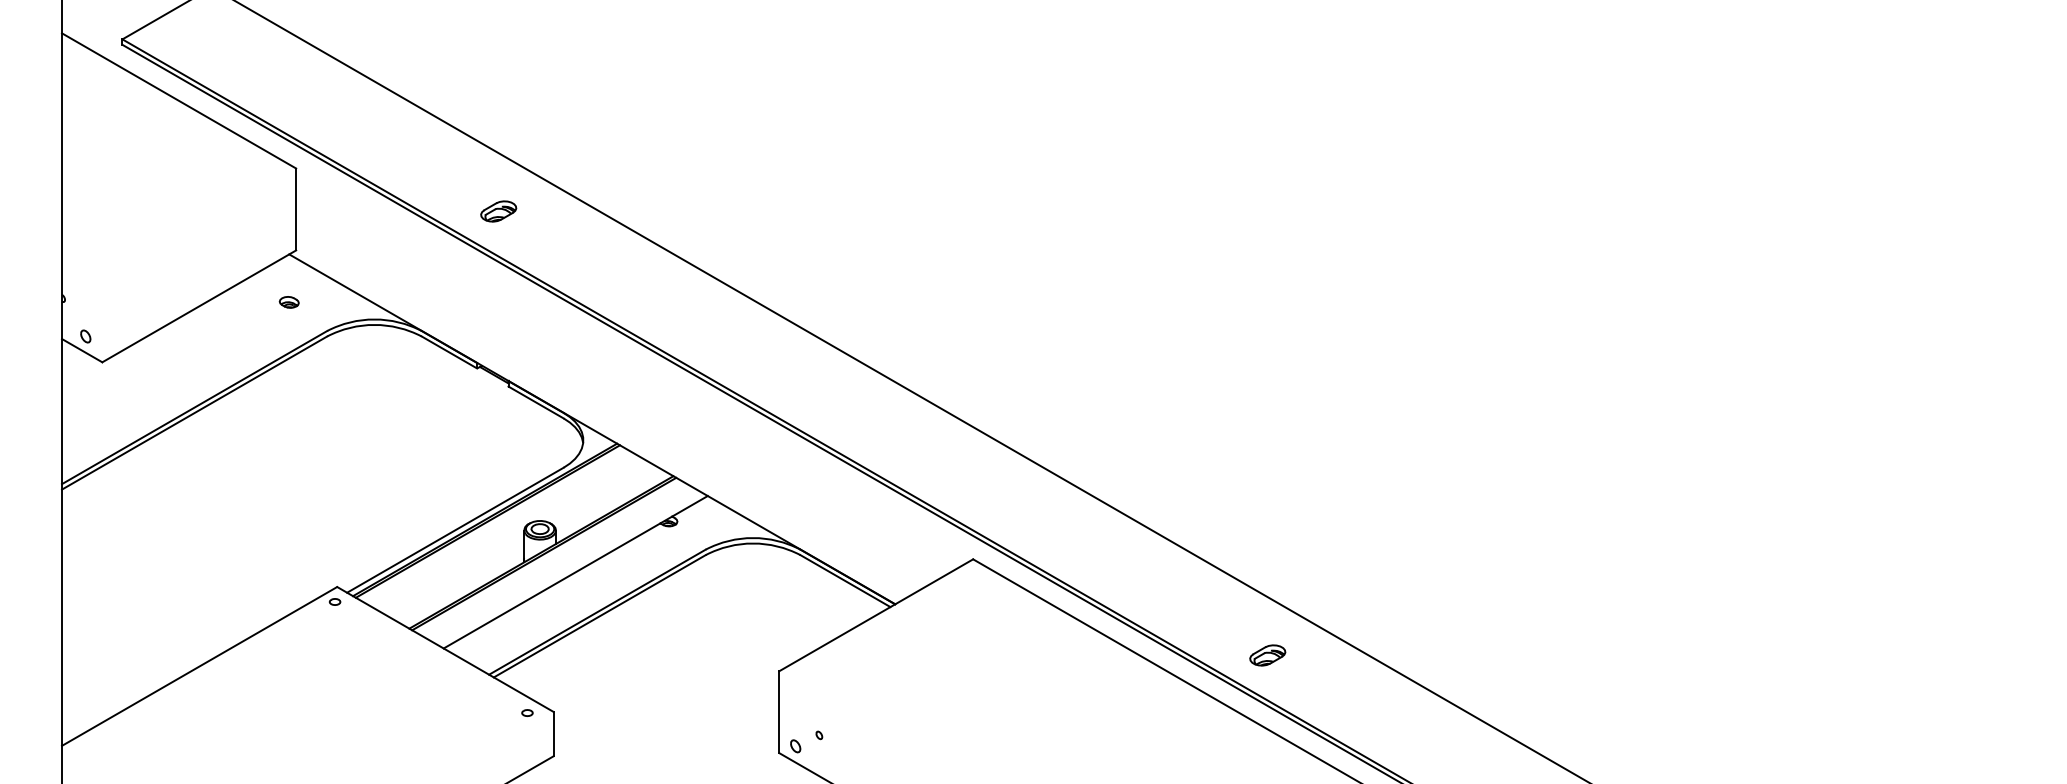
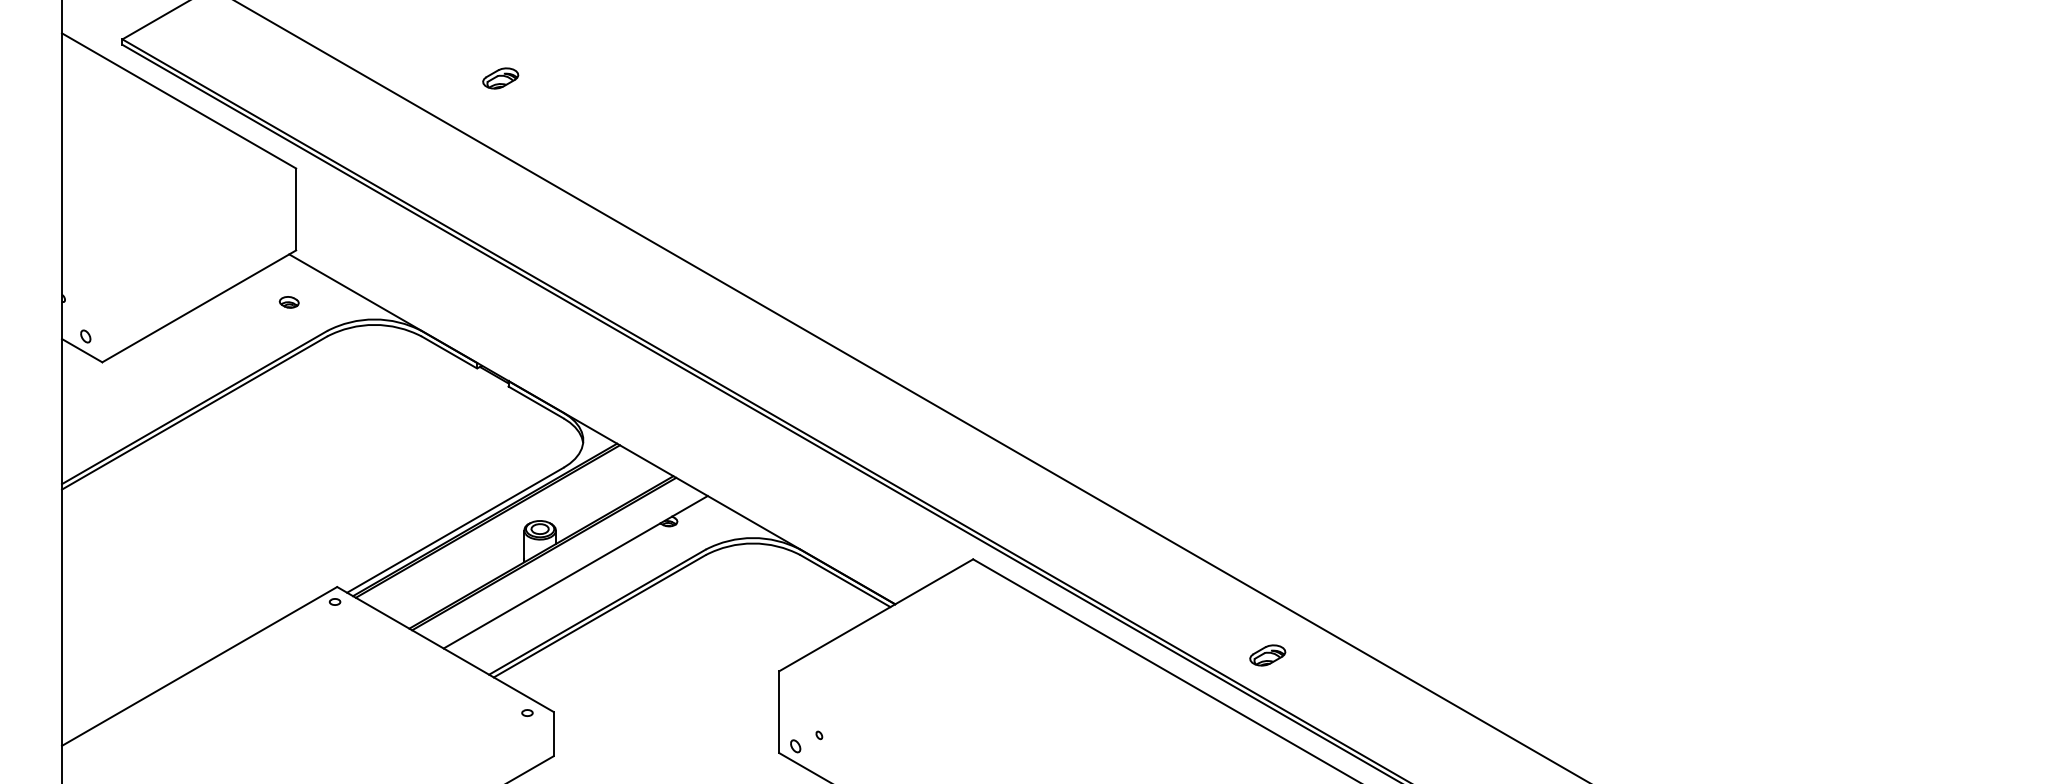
part at (498, 211) position: (498, 211) -> (500, 78)
